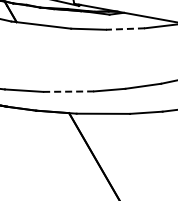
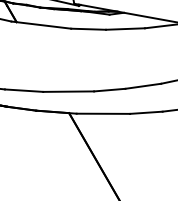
line at (124, 29): dashed -> solid
line at (68, 91): dashed -> solid
